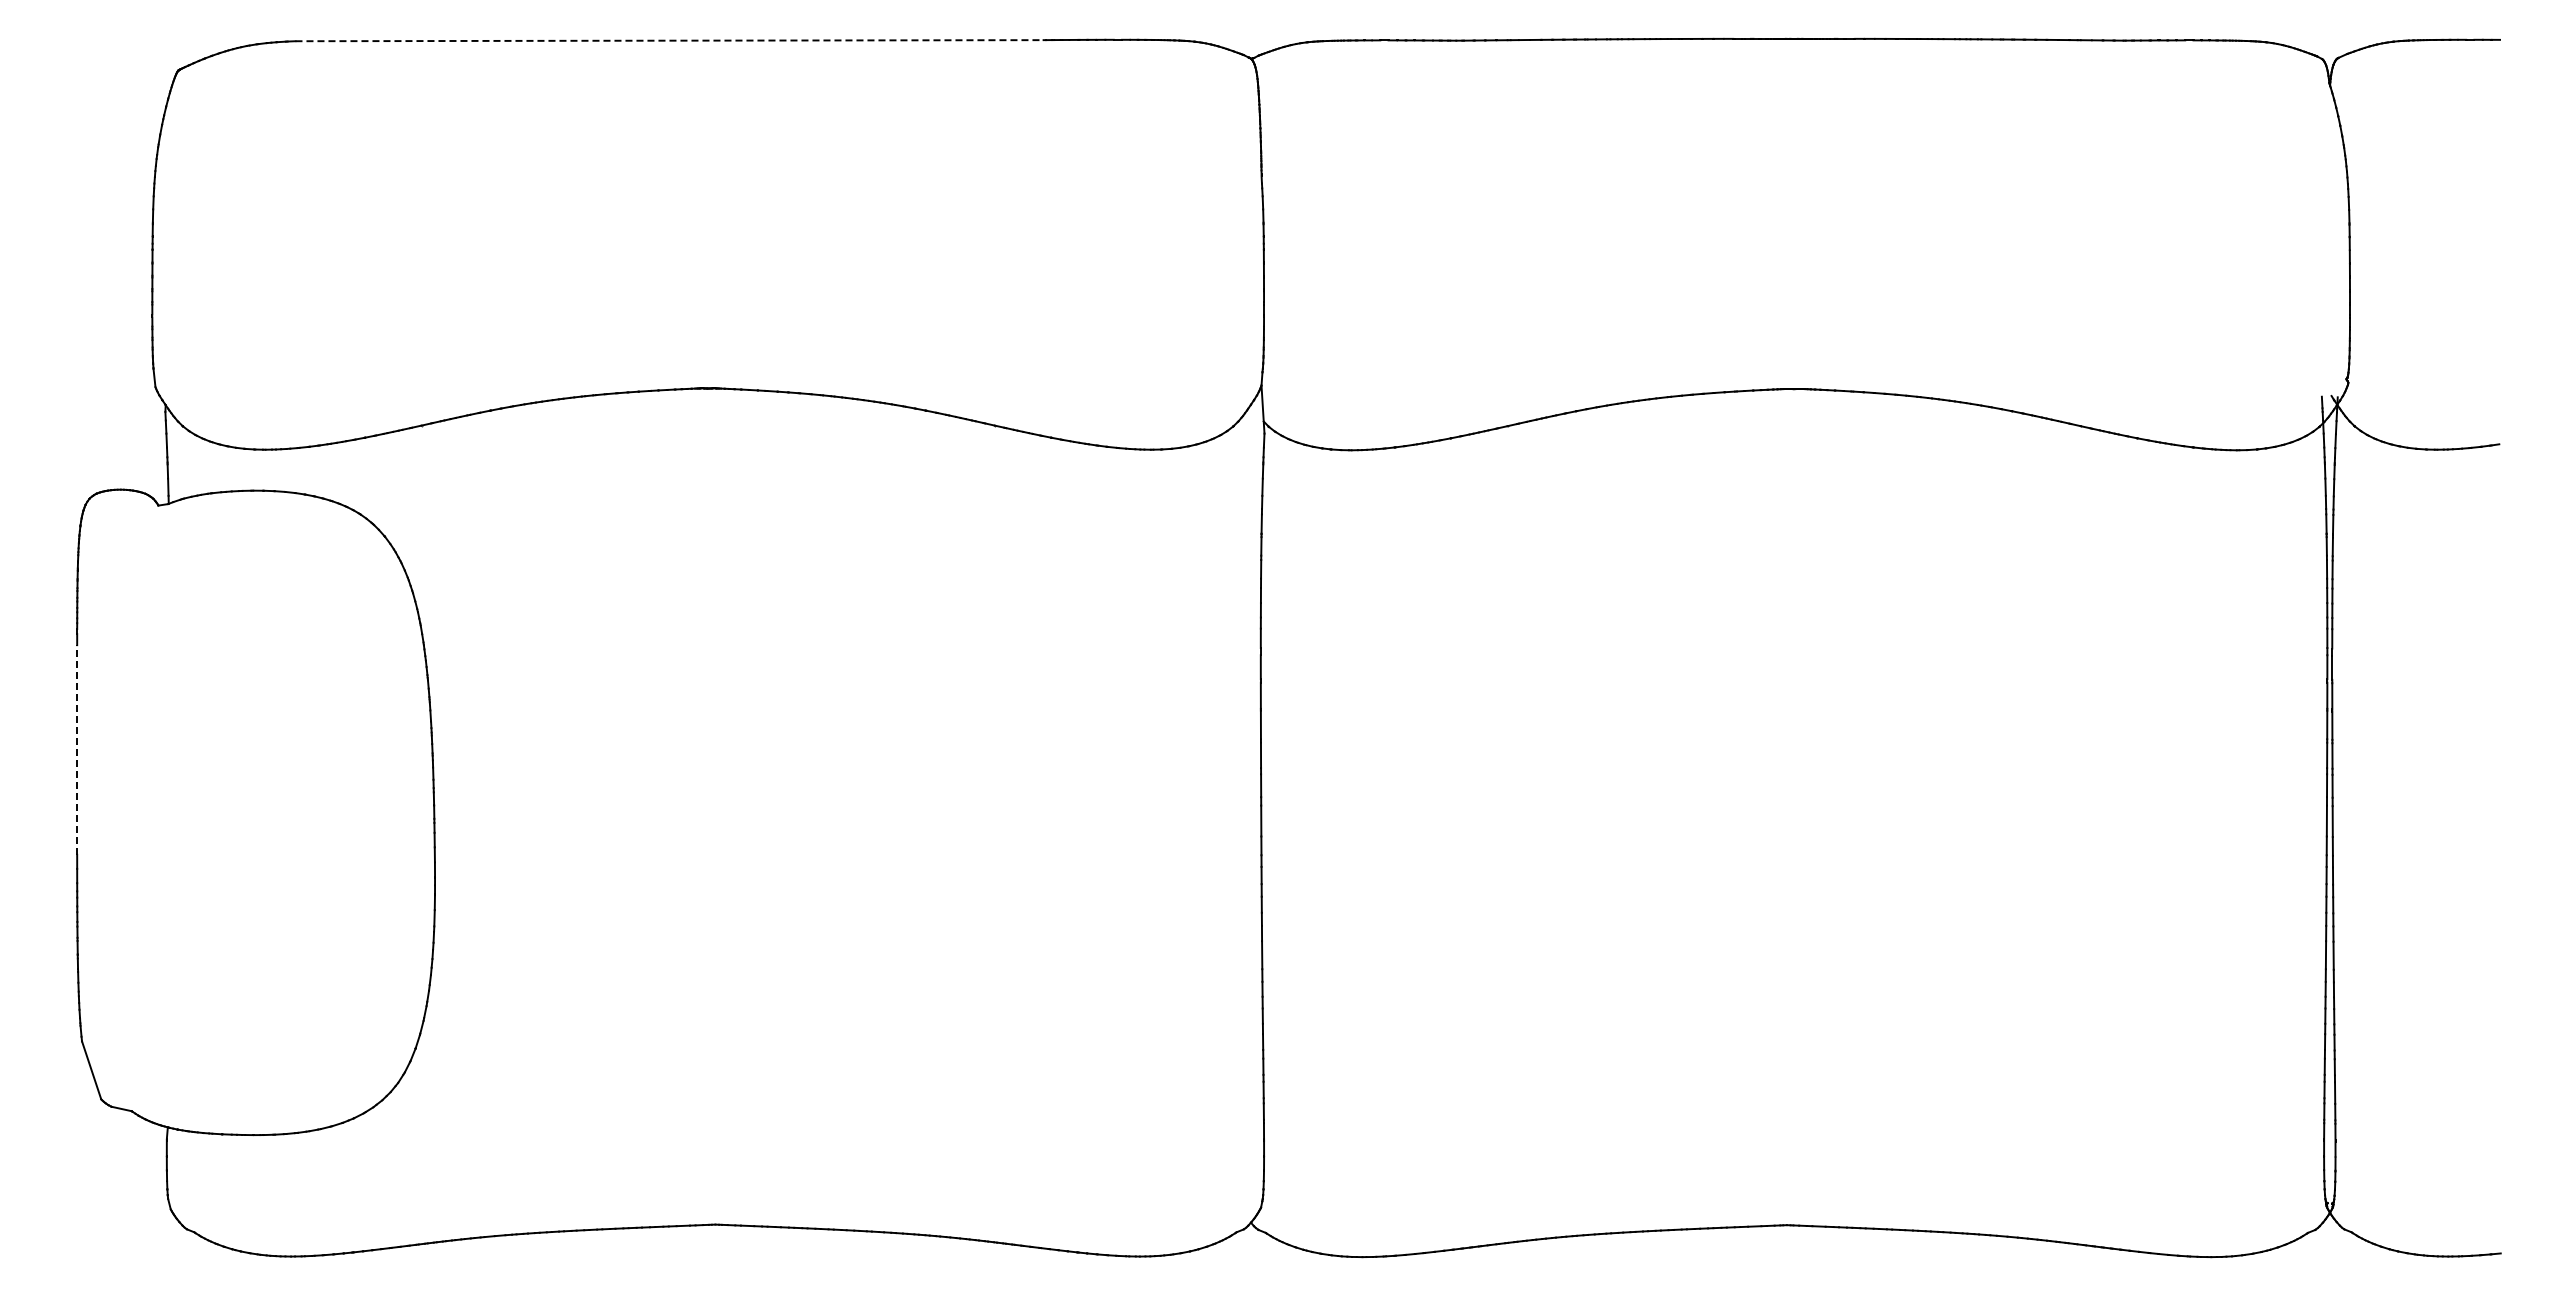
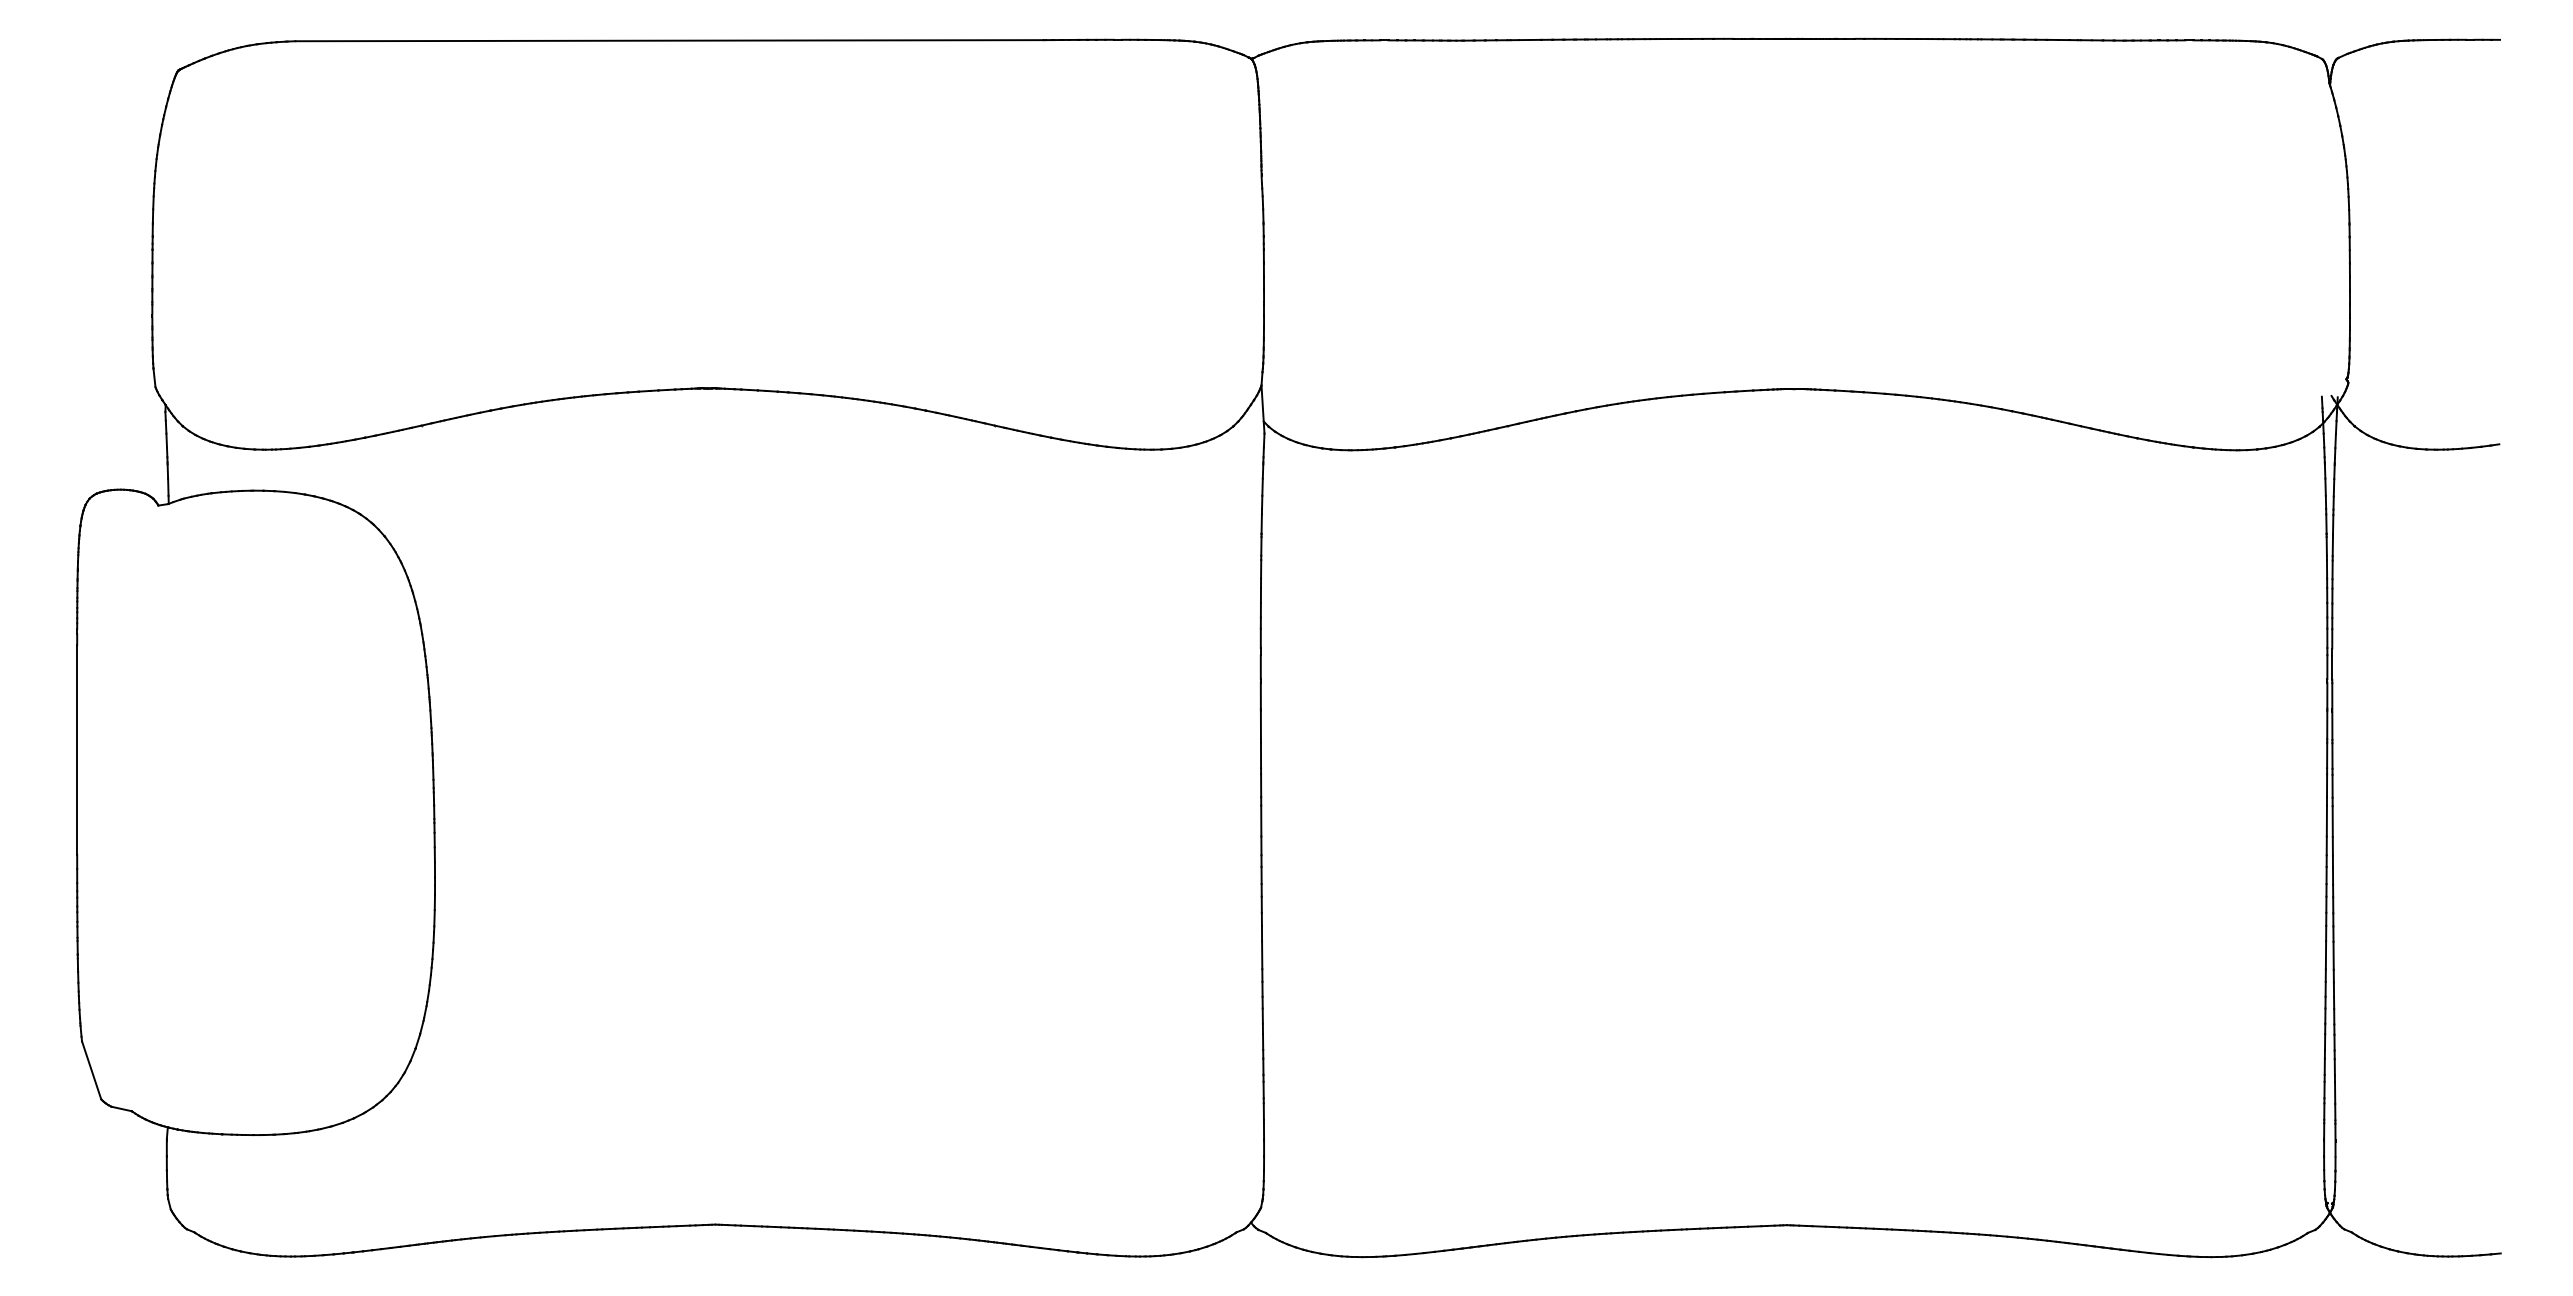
line at (670, 40): dashed -> solid
line at (77, 749): dashed -> solid
